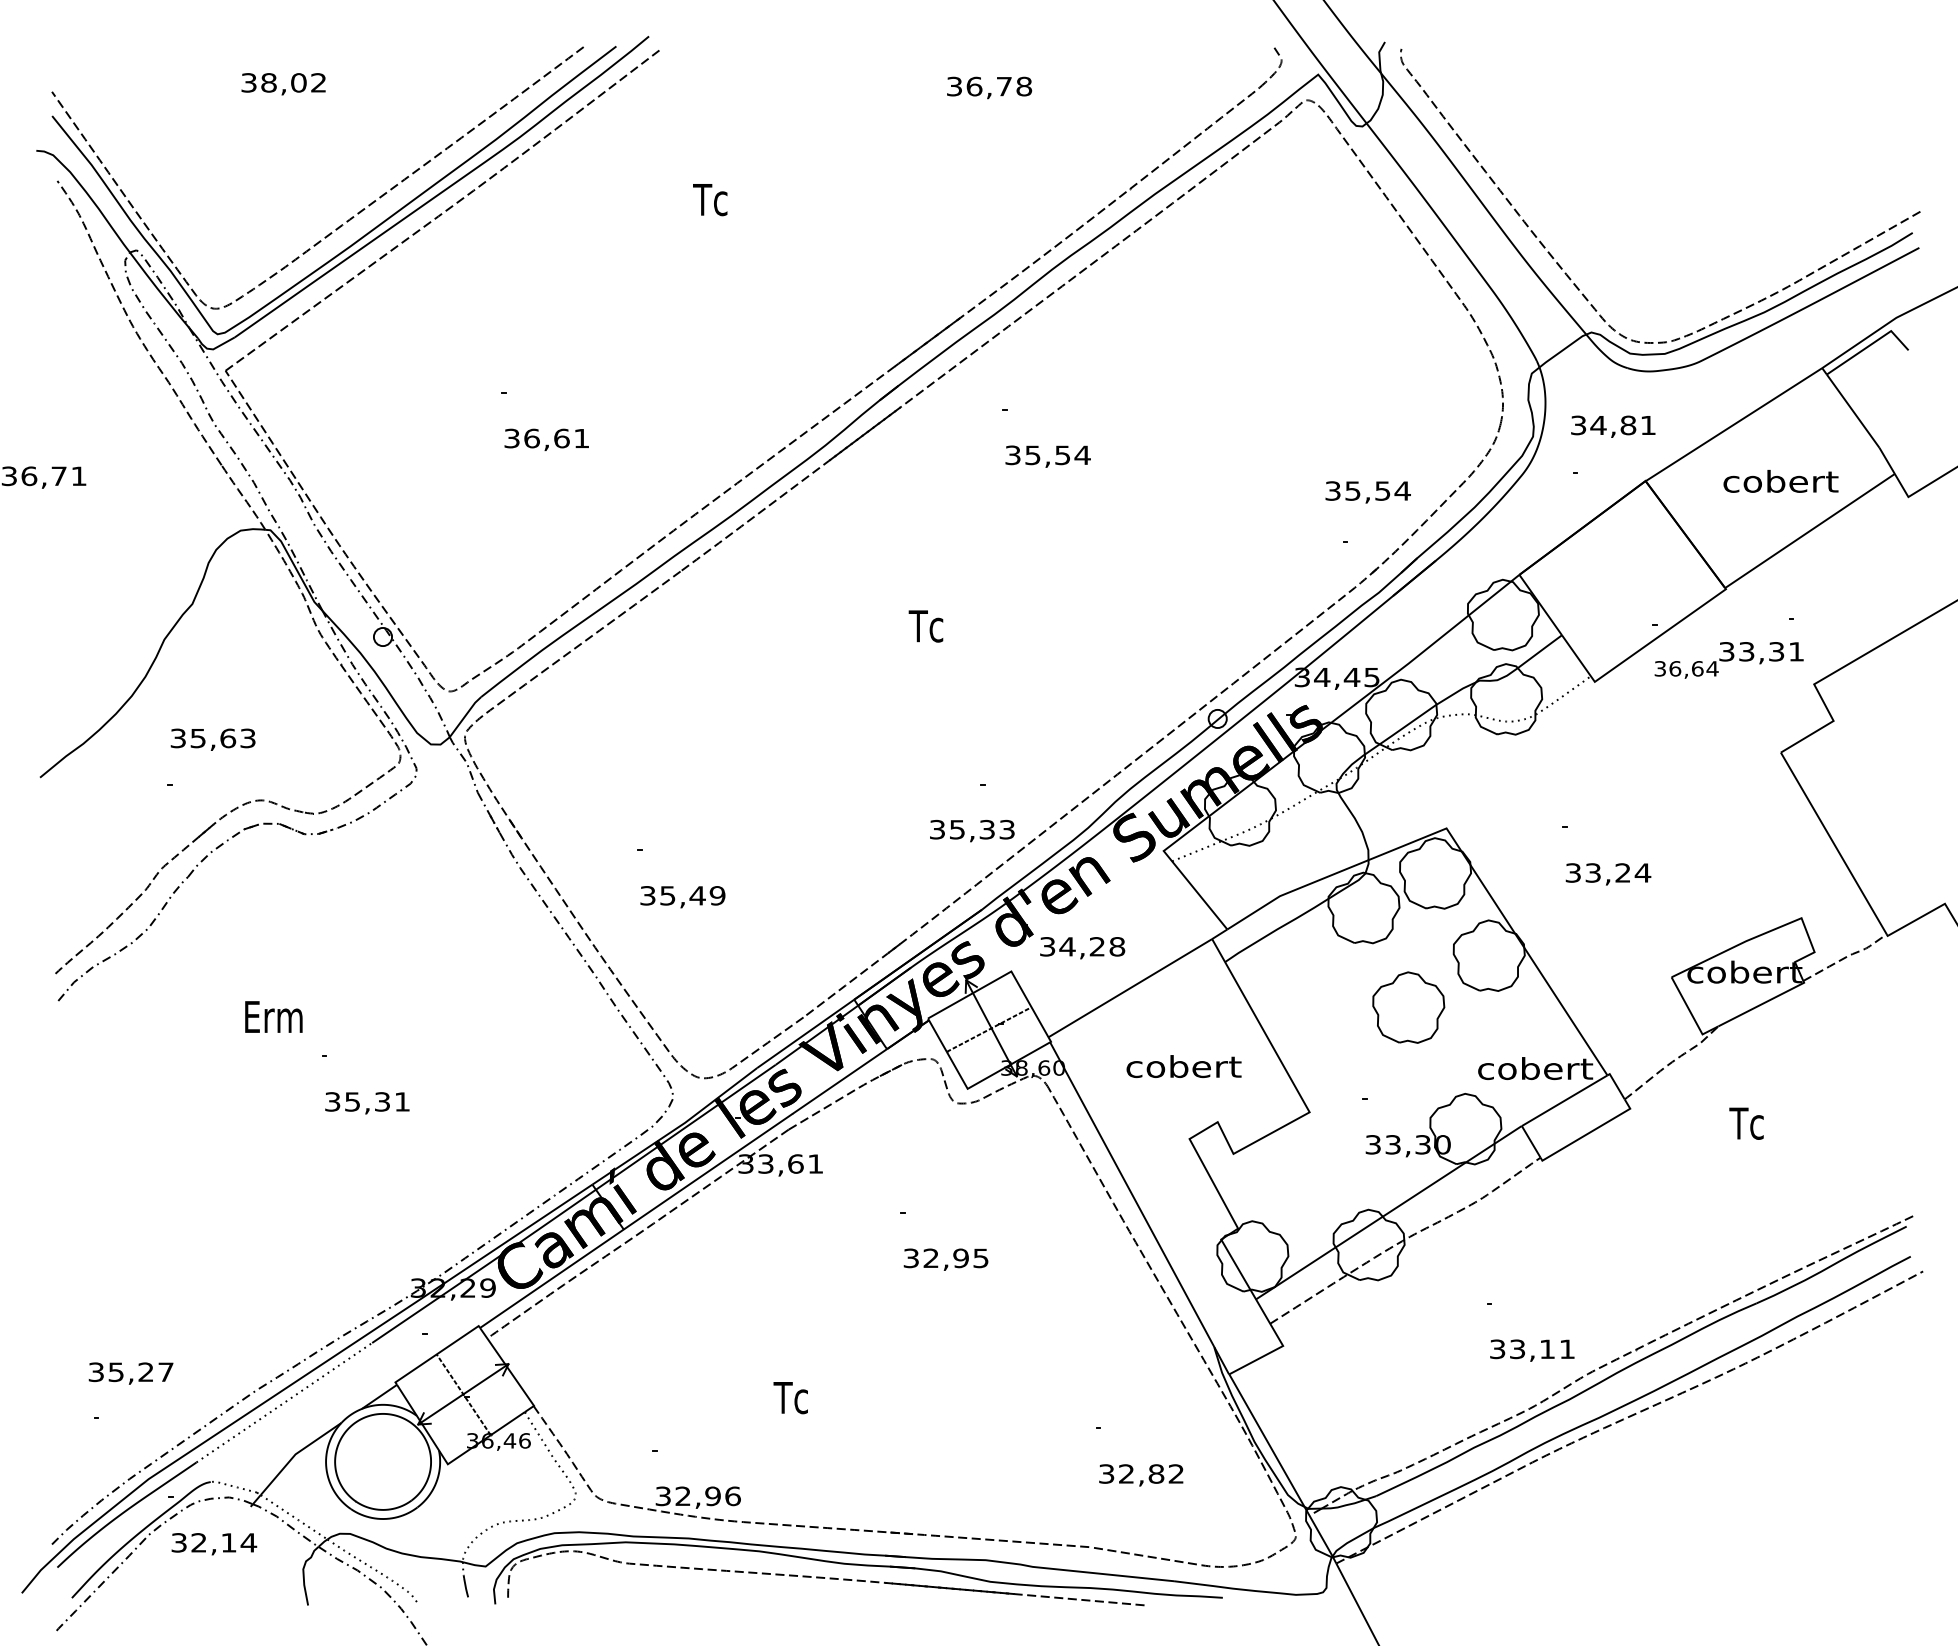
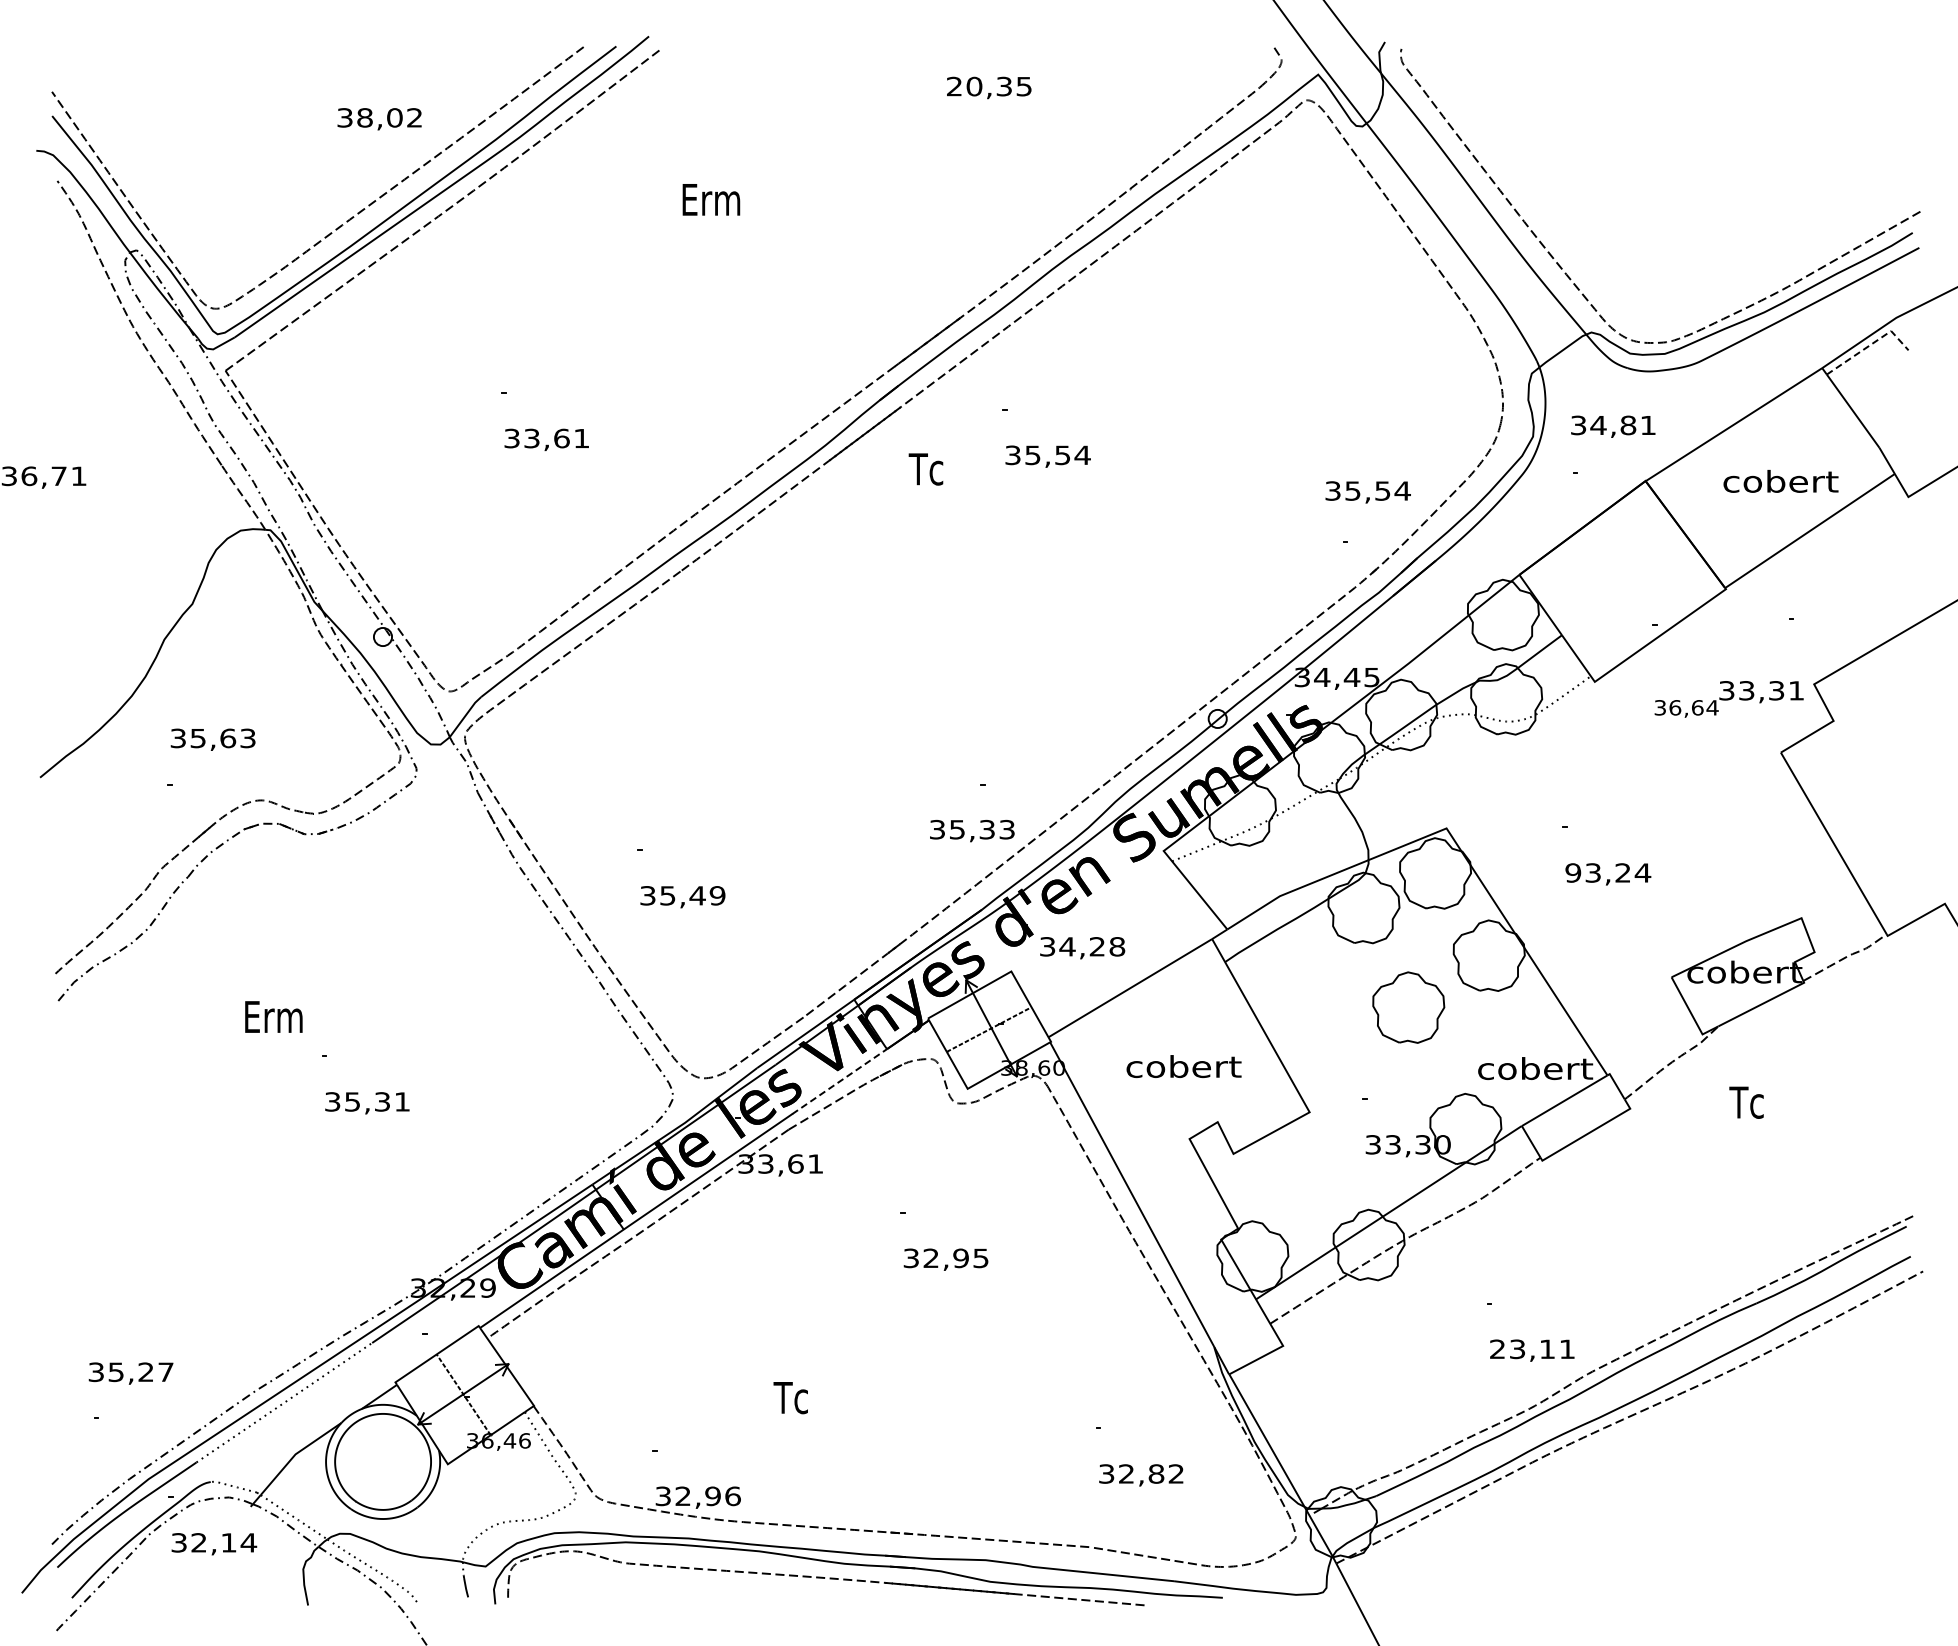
text at (283, 84) position: (283, 84) -> (379, 119)
text at (989, 86): 36,78 -> 20,35
text at (711, 200): Tc -> Erm
line at (1870, 345): solid -> dashed
text at (531, 438): 36,61 -> 33,61
text at (925, 626) position: (925, 626) -> (925, 469)
text at (1728, 660) position: (1728, 660) -> (1728, 699)
text at (1573, 872): 33,24 -> 93,24
line at (840, 1081): solid -> dashed
text at (1746, 1123) position: (1746, 1123) -> (1746, 1102)
text at (1497, 1349): 33,11 -> 23,11
